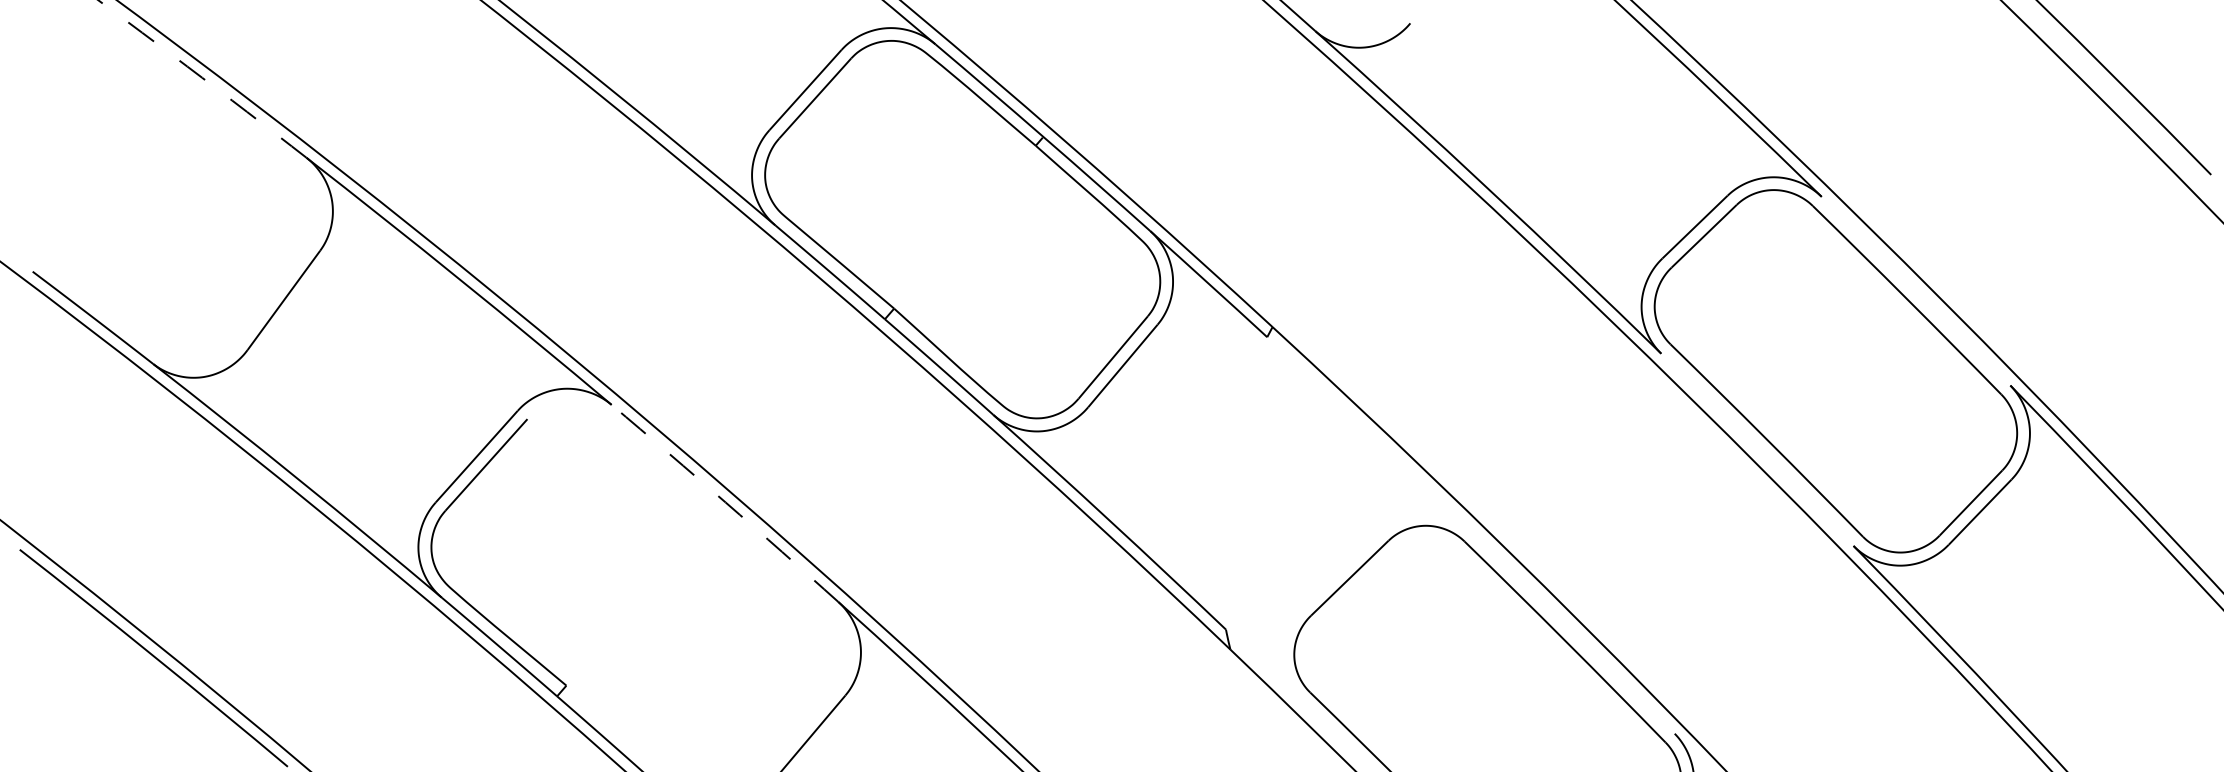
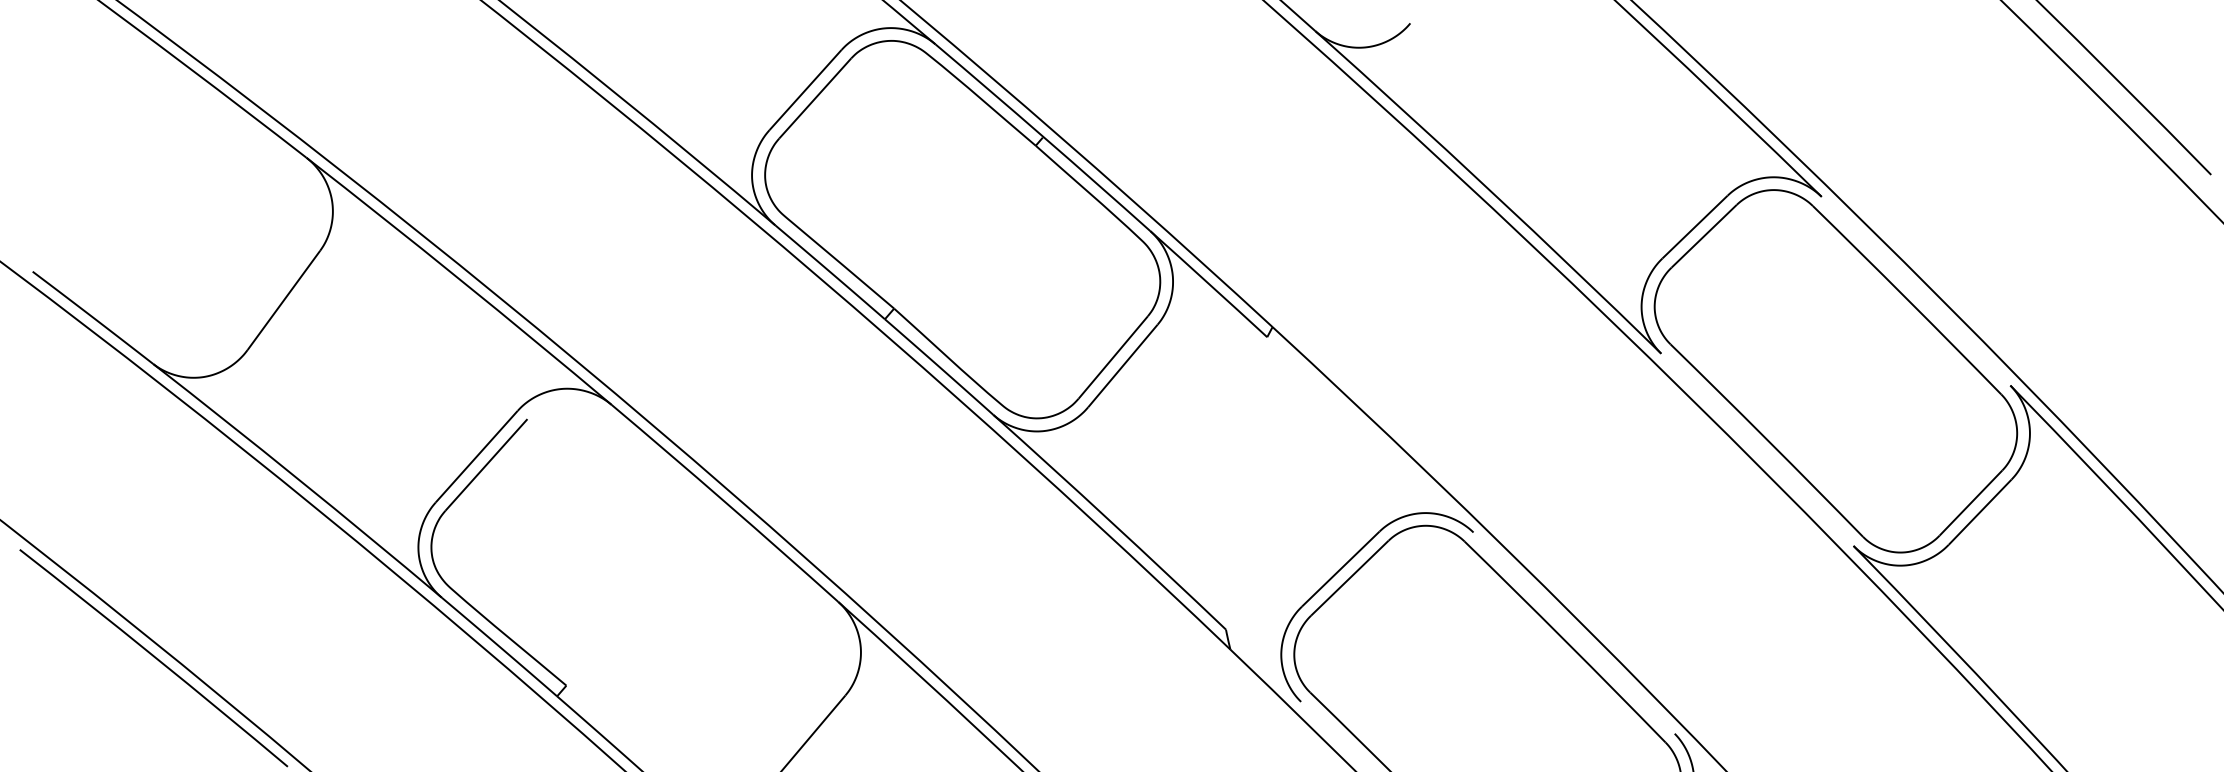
arc at (202, 77): dashed -> solid
arc at (725, 502): dashed -> solid
part at (1340, 570): none -> present
